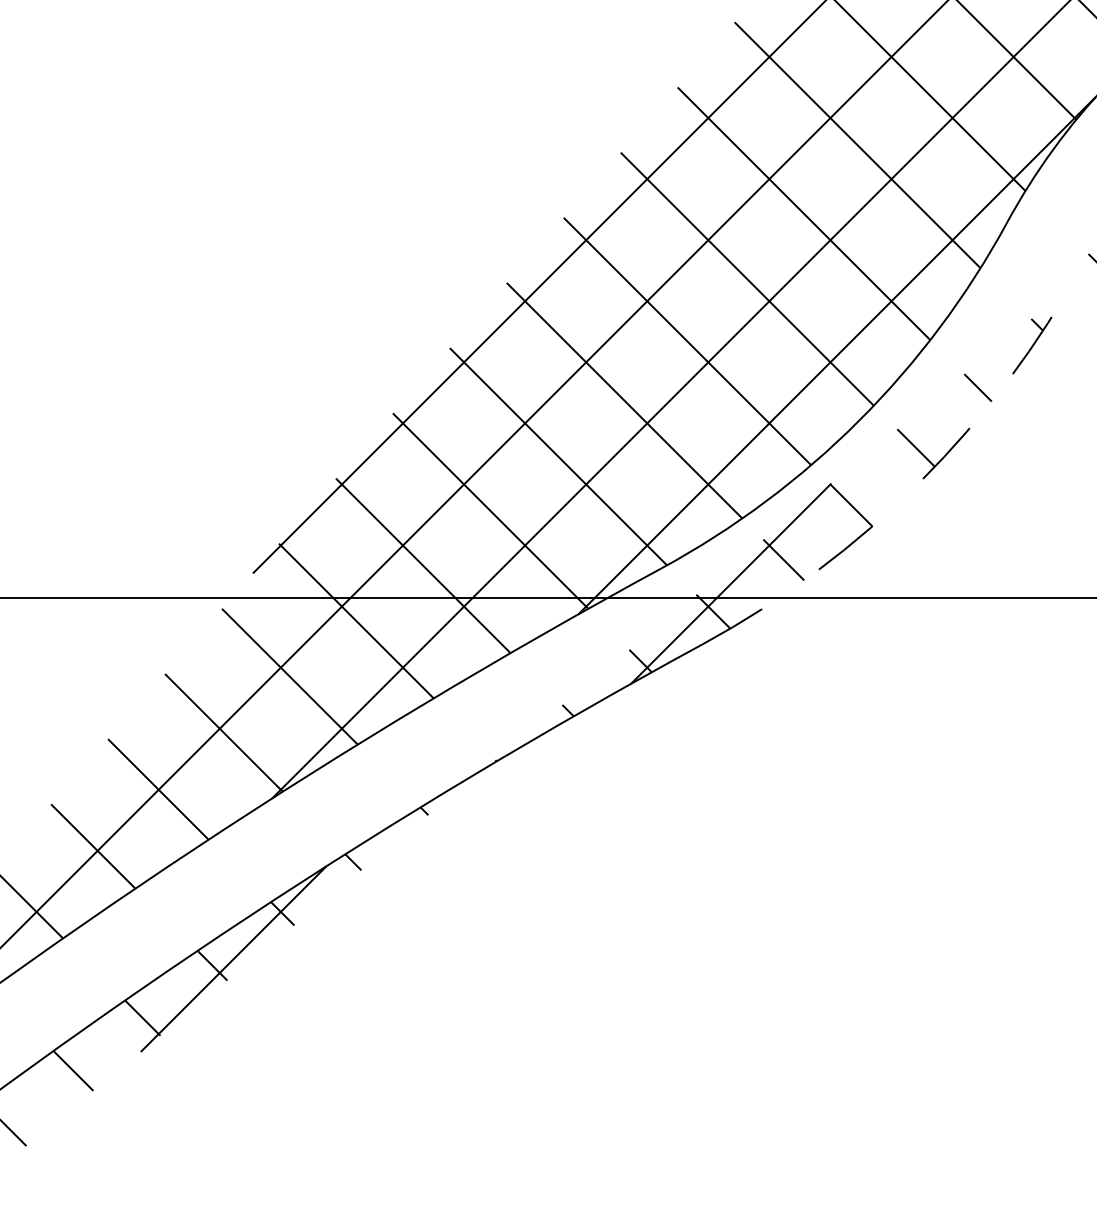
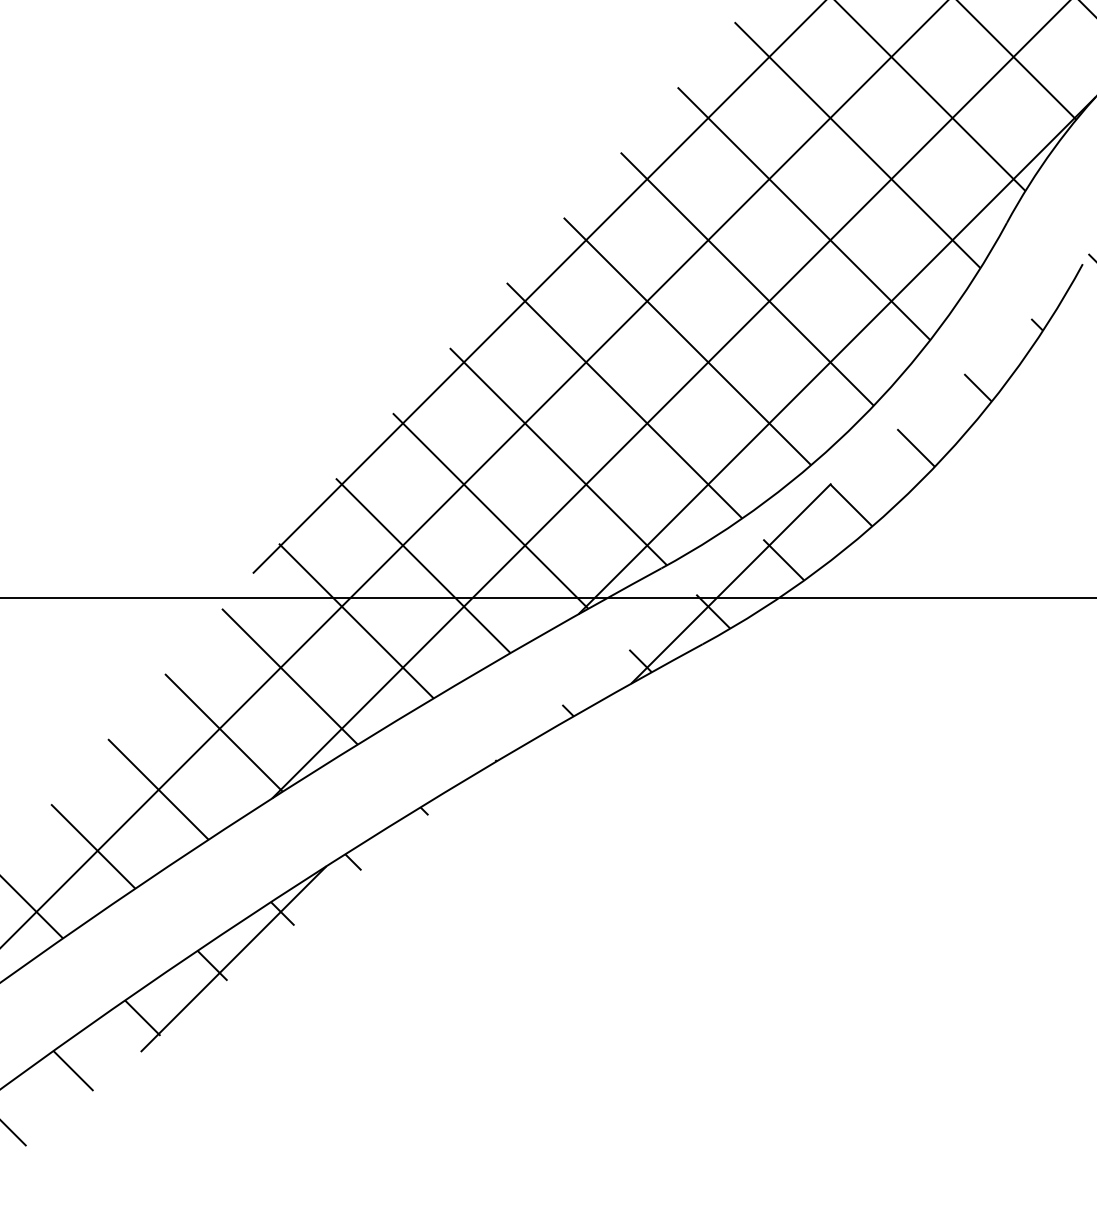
arc at (920, 481): dashed -> solid
